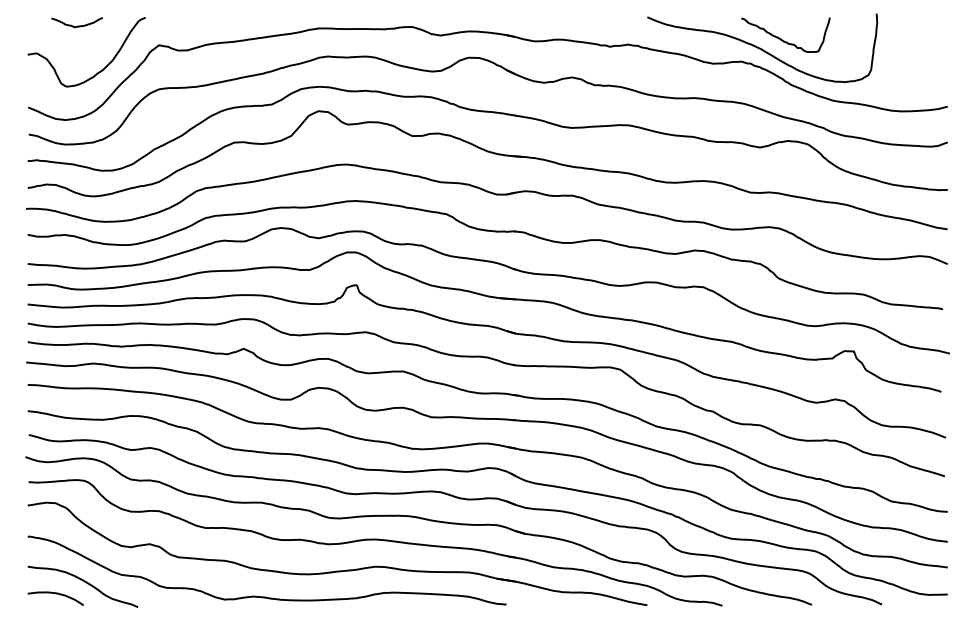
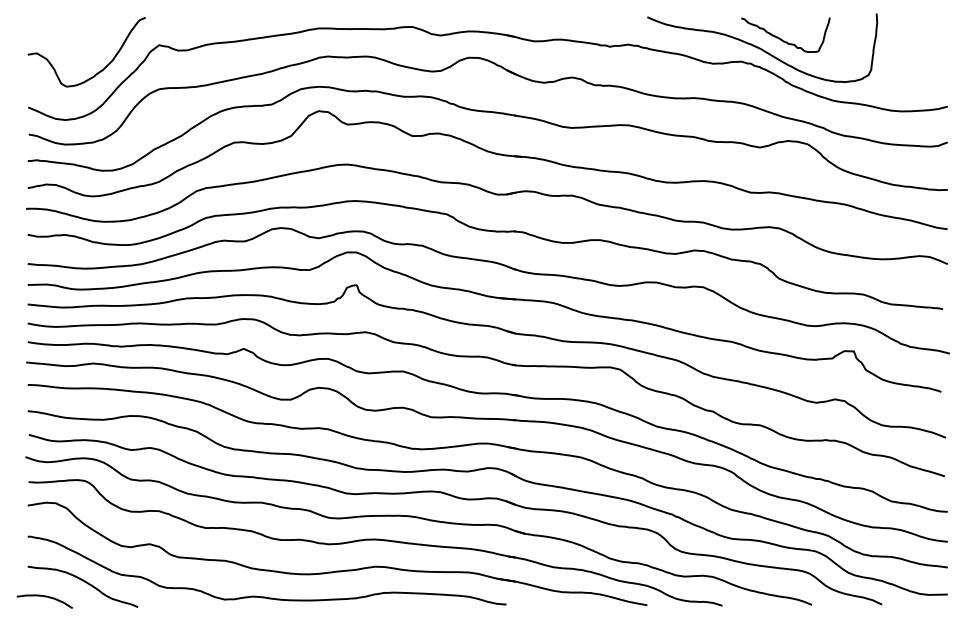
curve at (77, 25): present -> none
curve at (55, 594) position: (55, 594) -> (44, 597)
